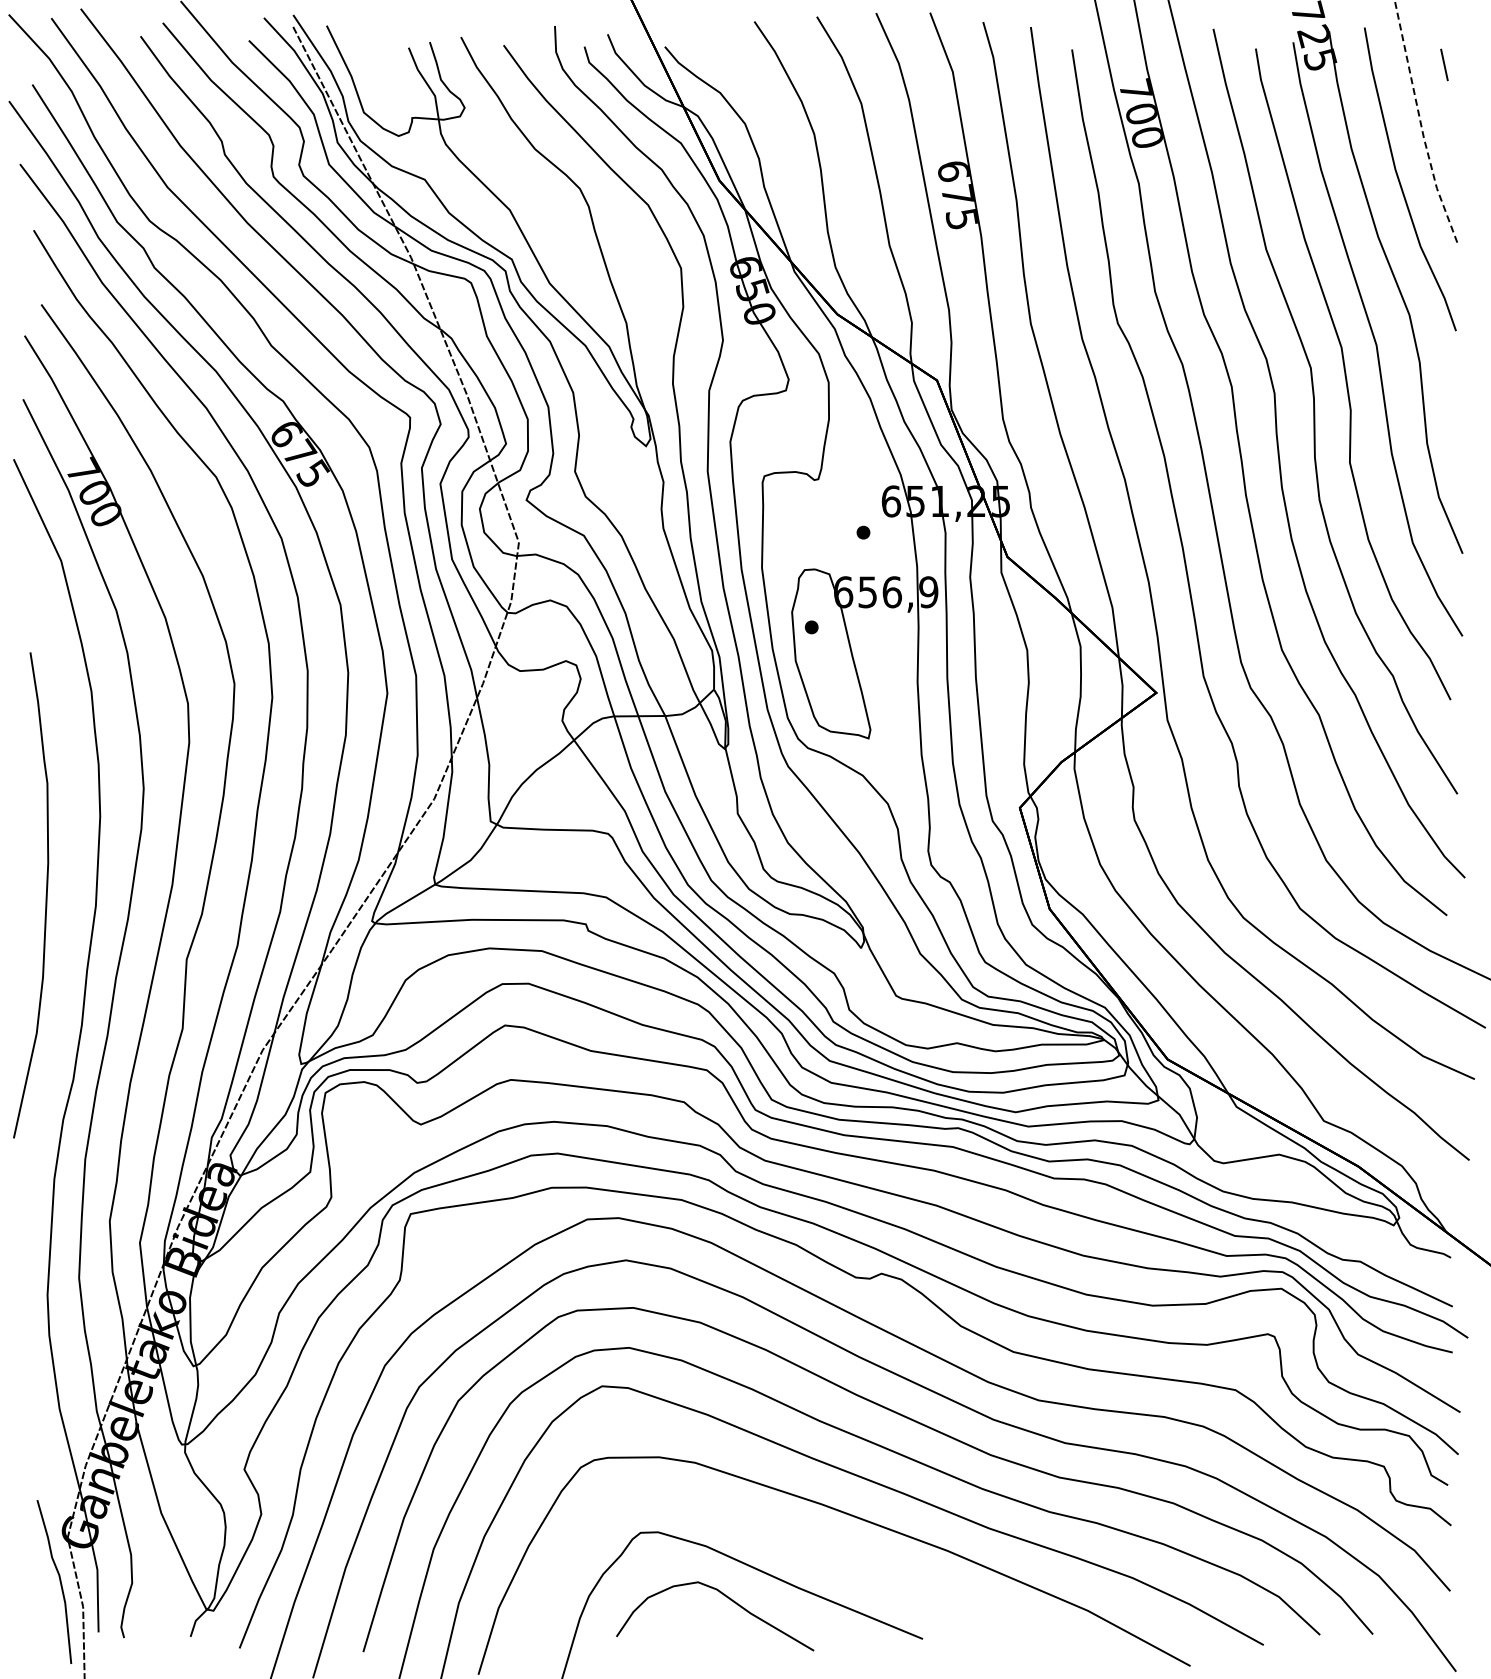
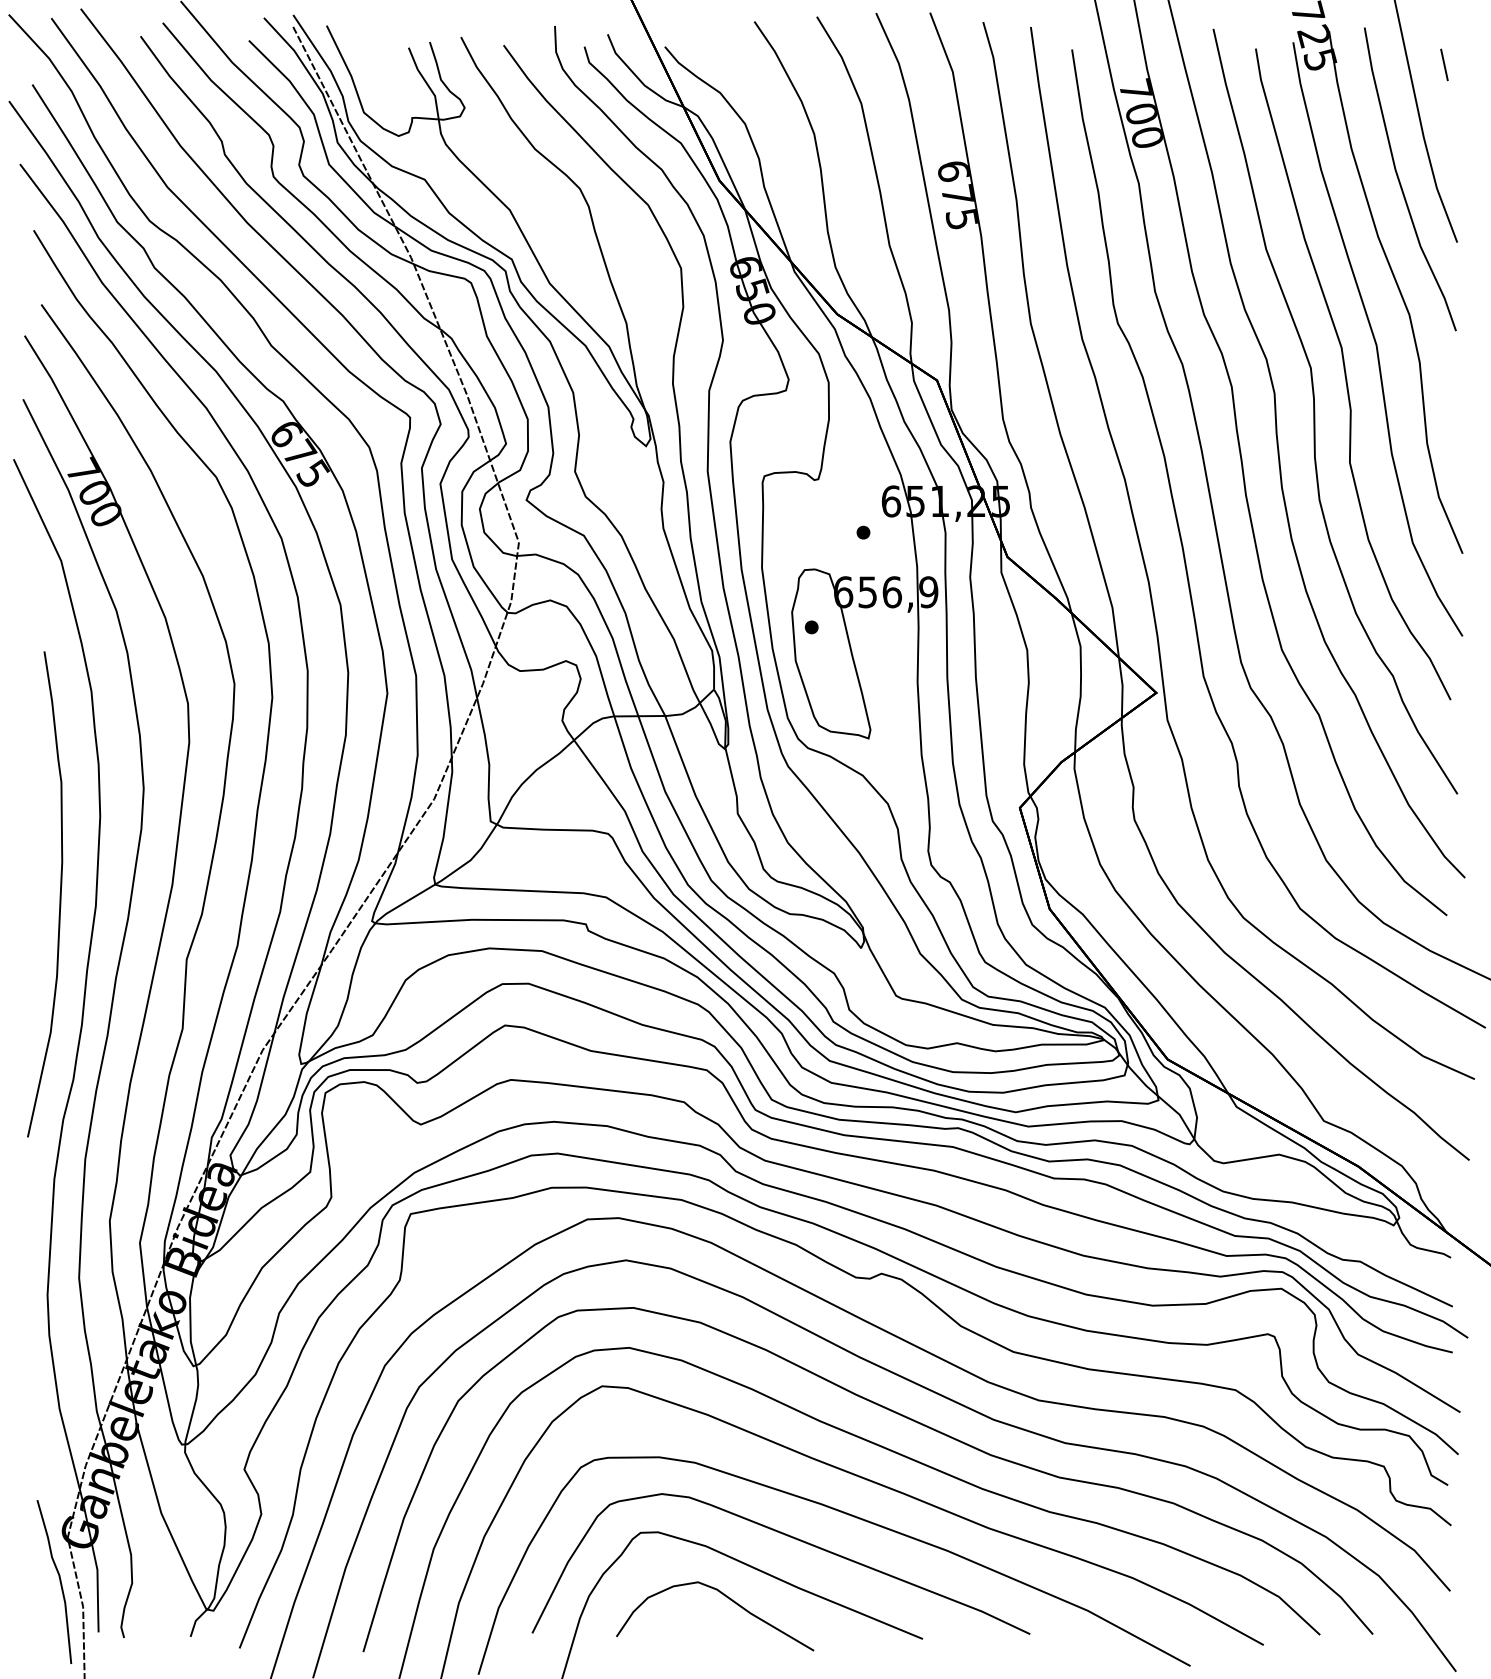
line at (1421, 124): dashed -> solid
curve at (45, 895) position: (45, 895) -> (59, 894)
curve at (789, 1537): none -> present
